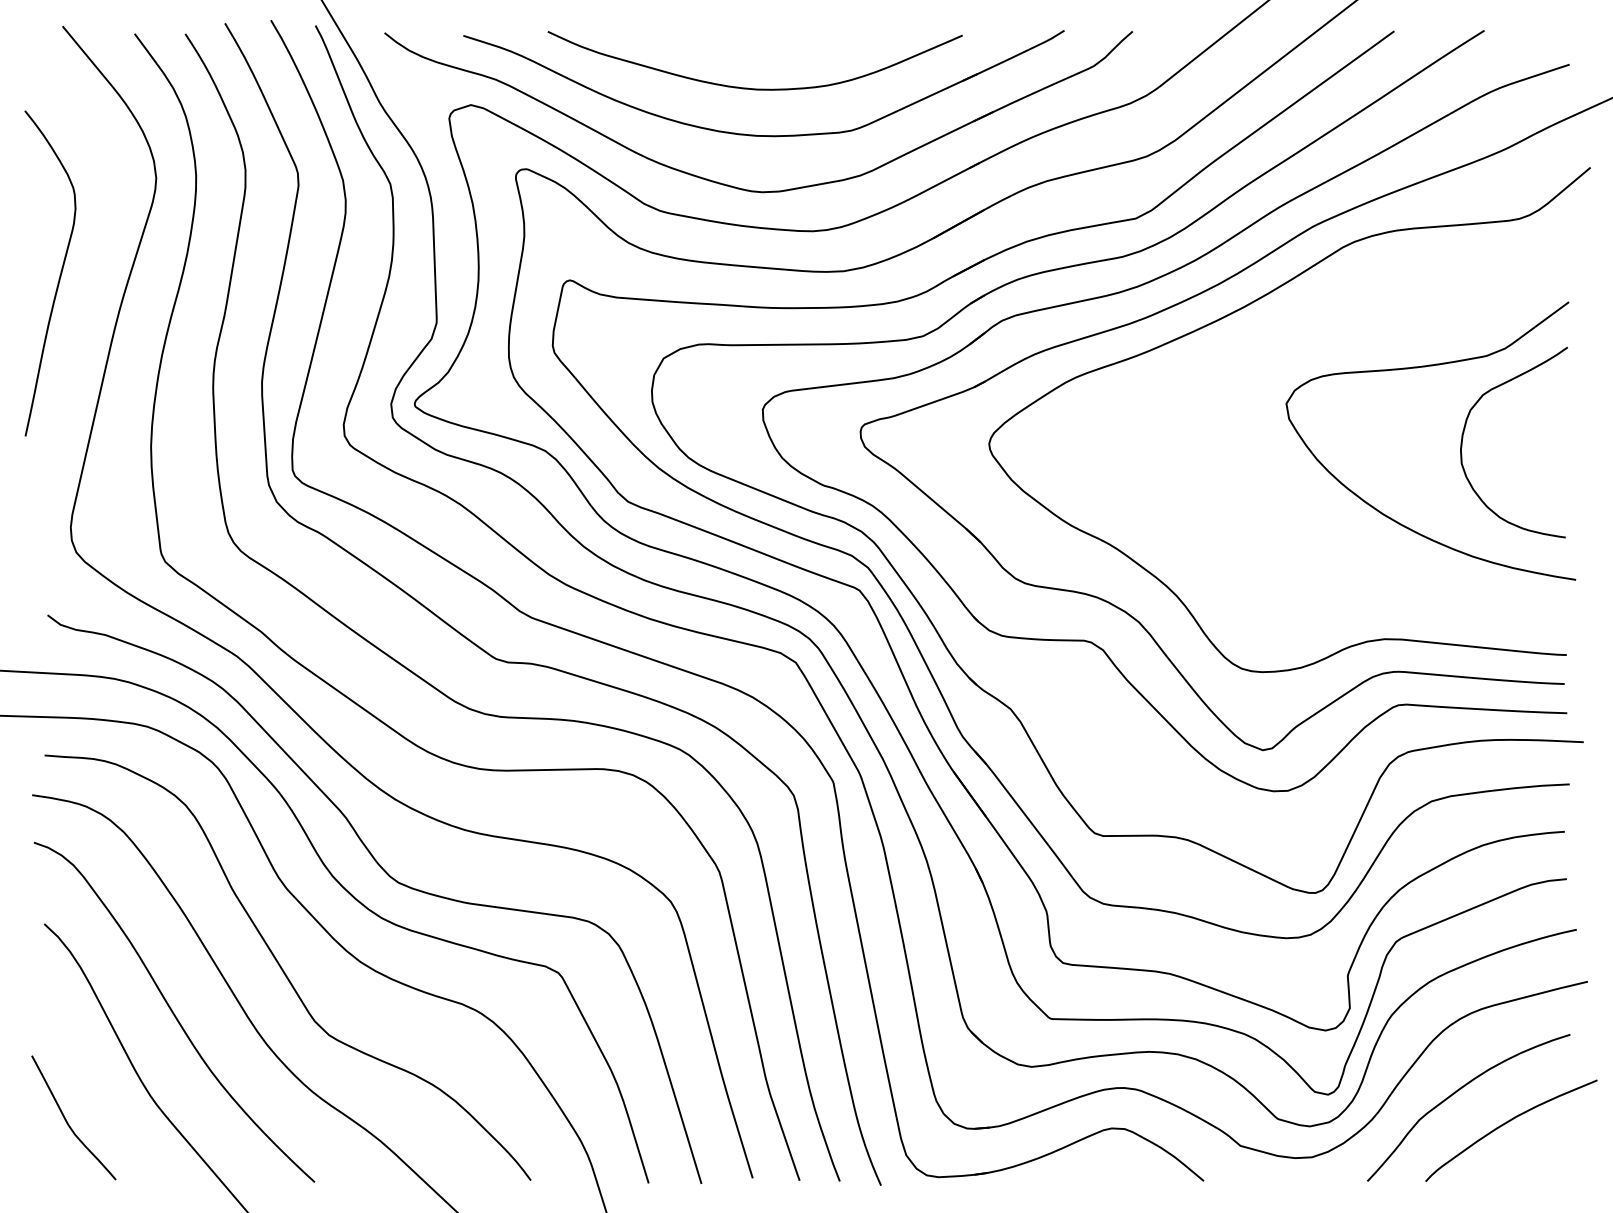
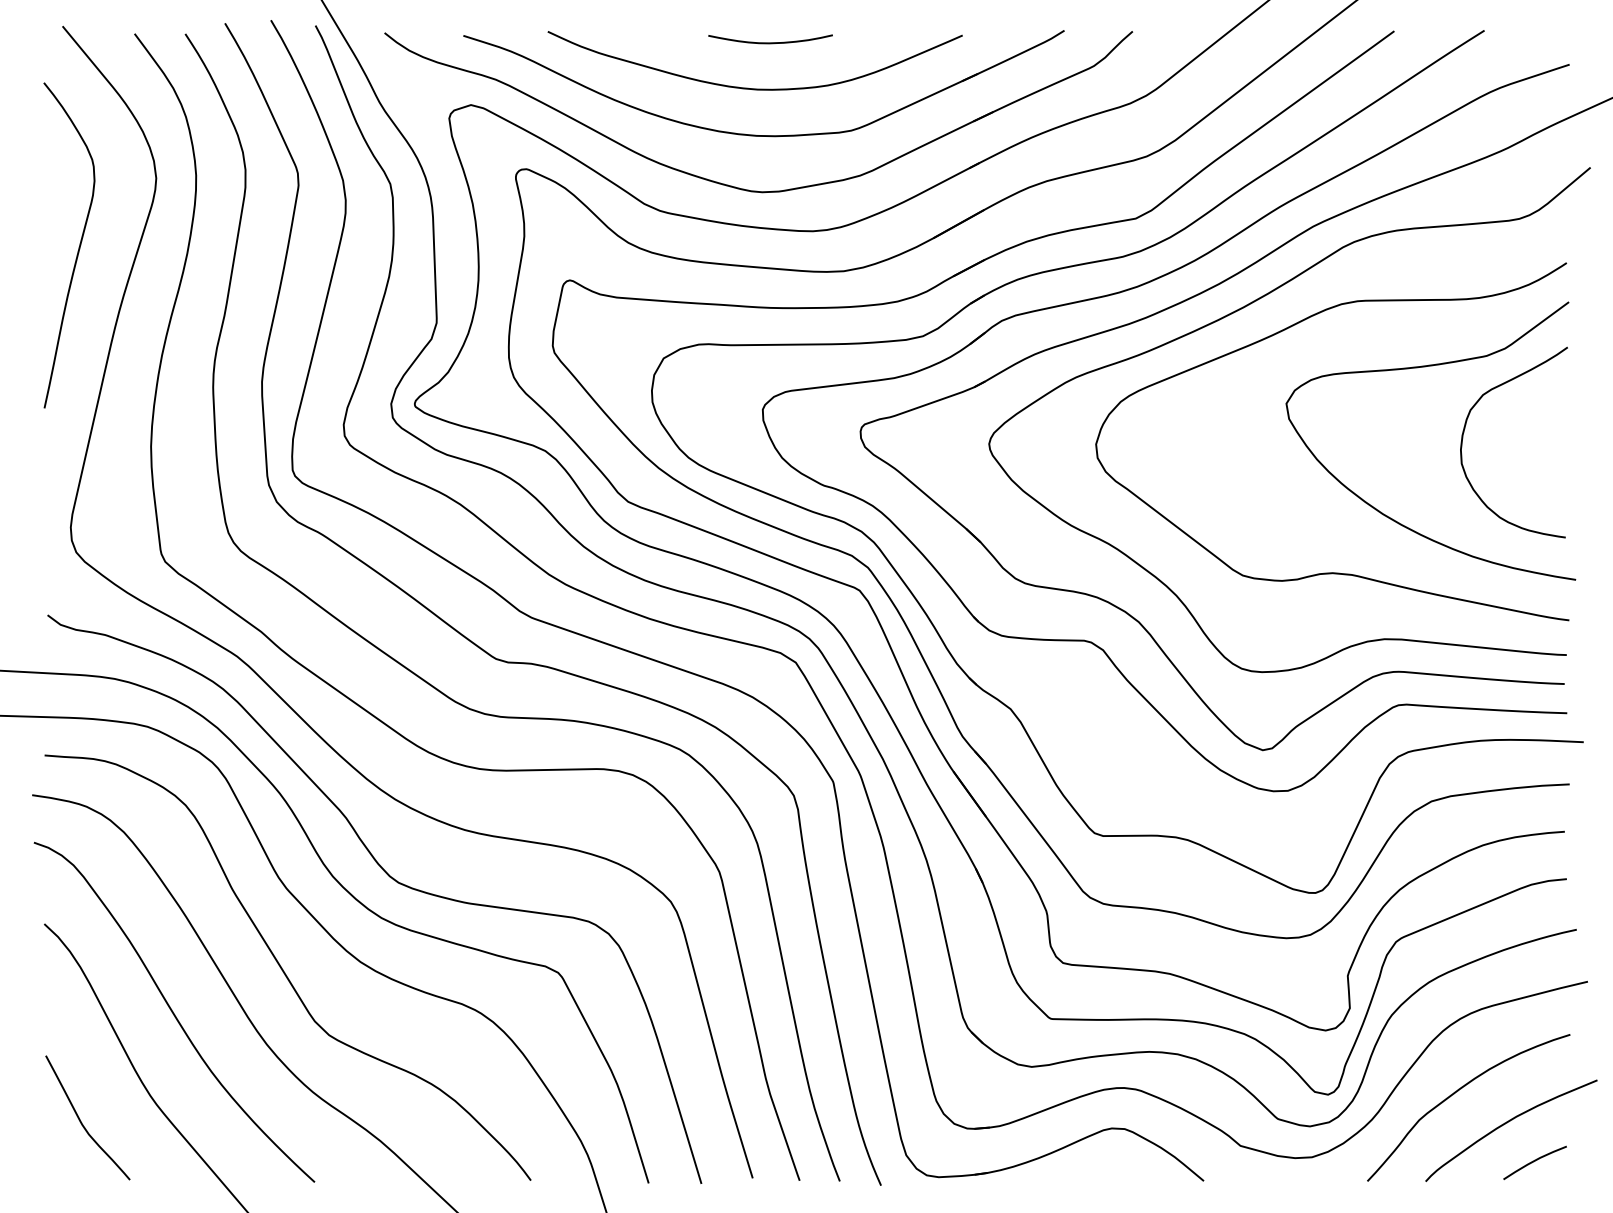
curve at (770, 42): none -> present
curve at (59, 275) position: (59, 275) -> (78, 247)
curve at (1281, 332): none -> present
curve at (68, 1122) position: (68, 1122) -> (82, 1122)
curve at (1534, 1161): none -> present
